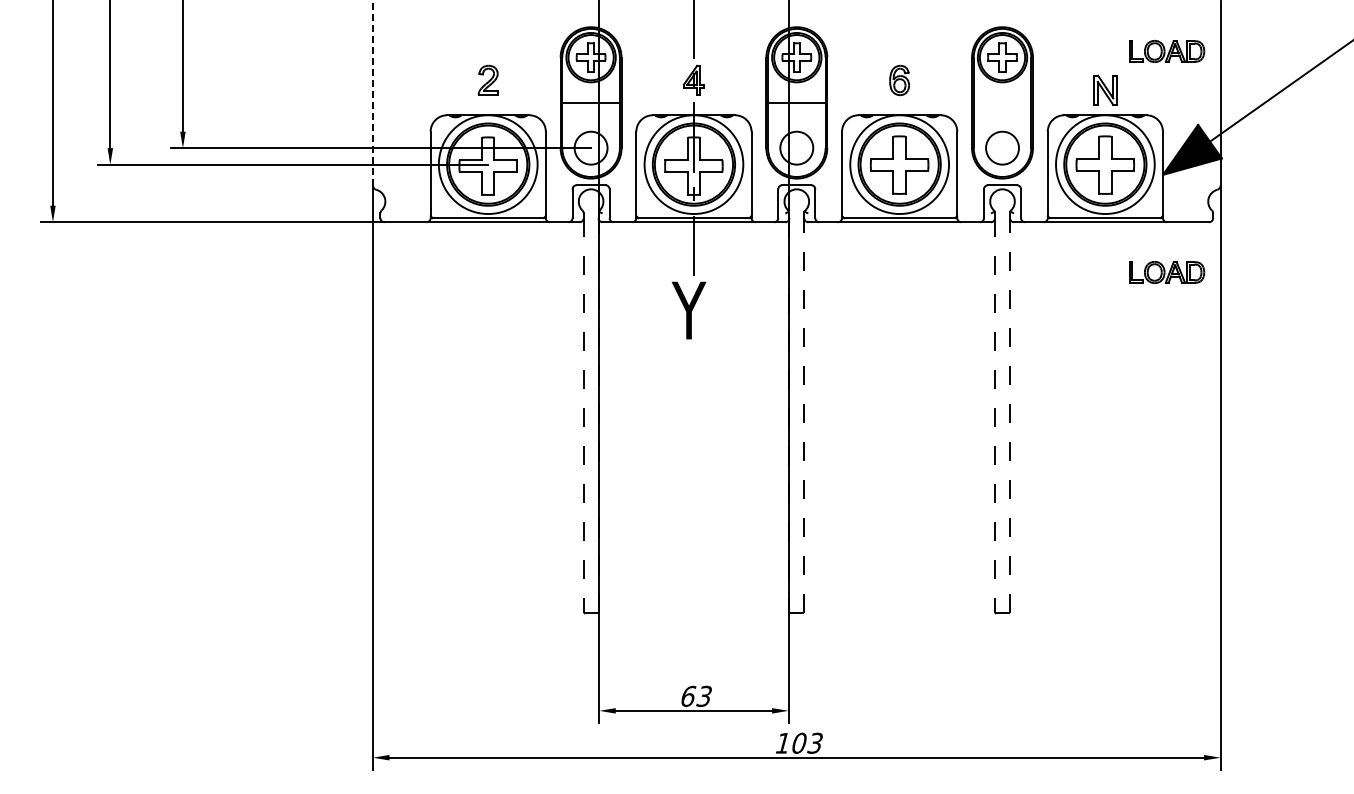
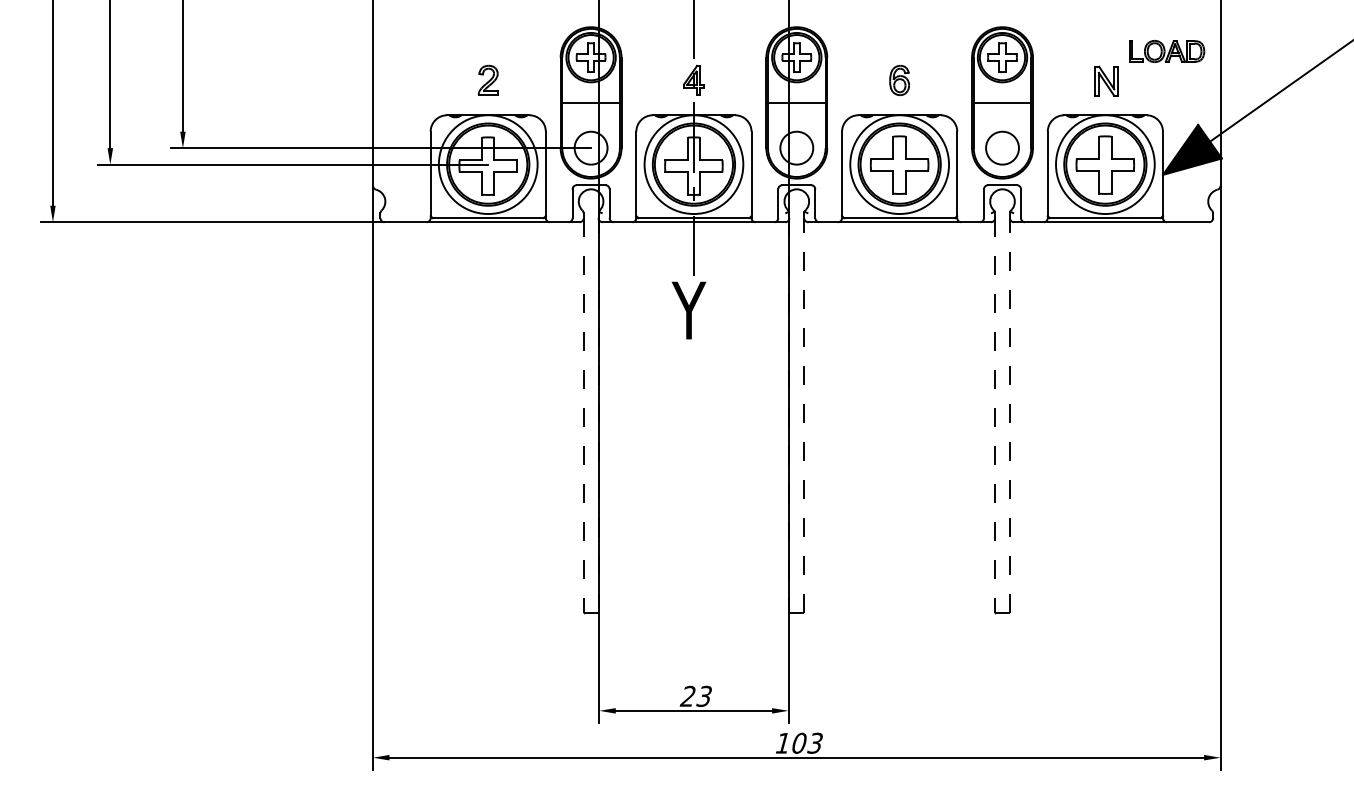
part at (1105, 89) position: (1105, 89) -> (1106, 80)
line at (373, 92): dashed -> solid
line at (1002, 102): none -> present
part at (1167, 272): present -> none
text at (687, 695): 63 -> 23
